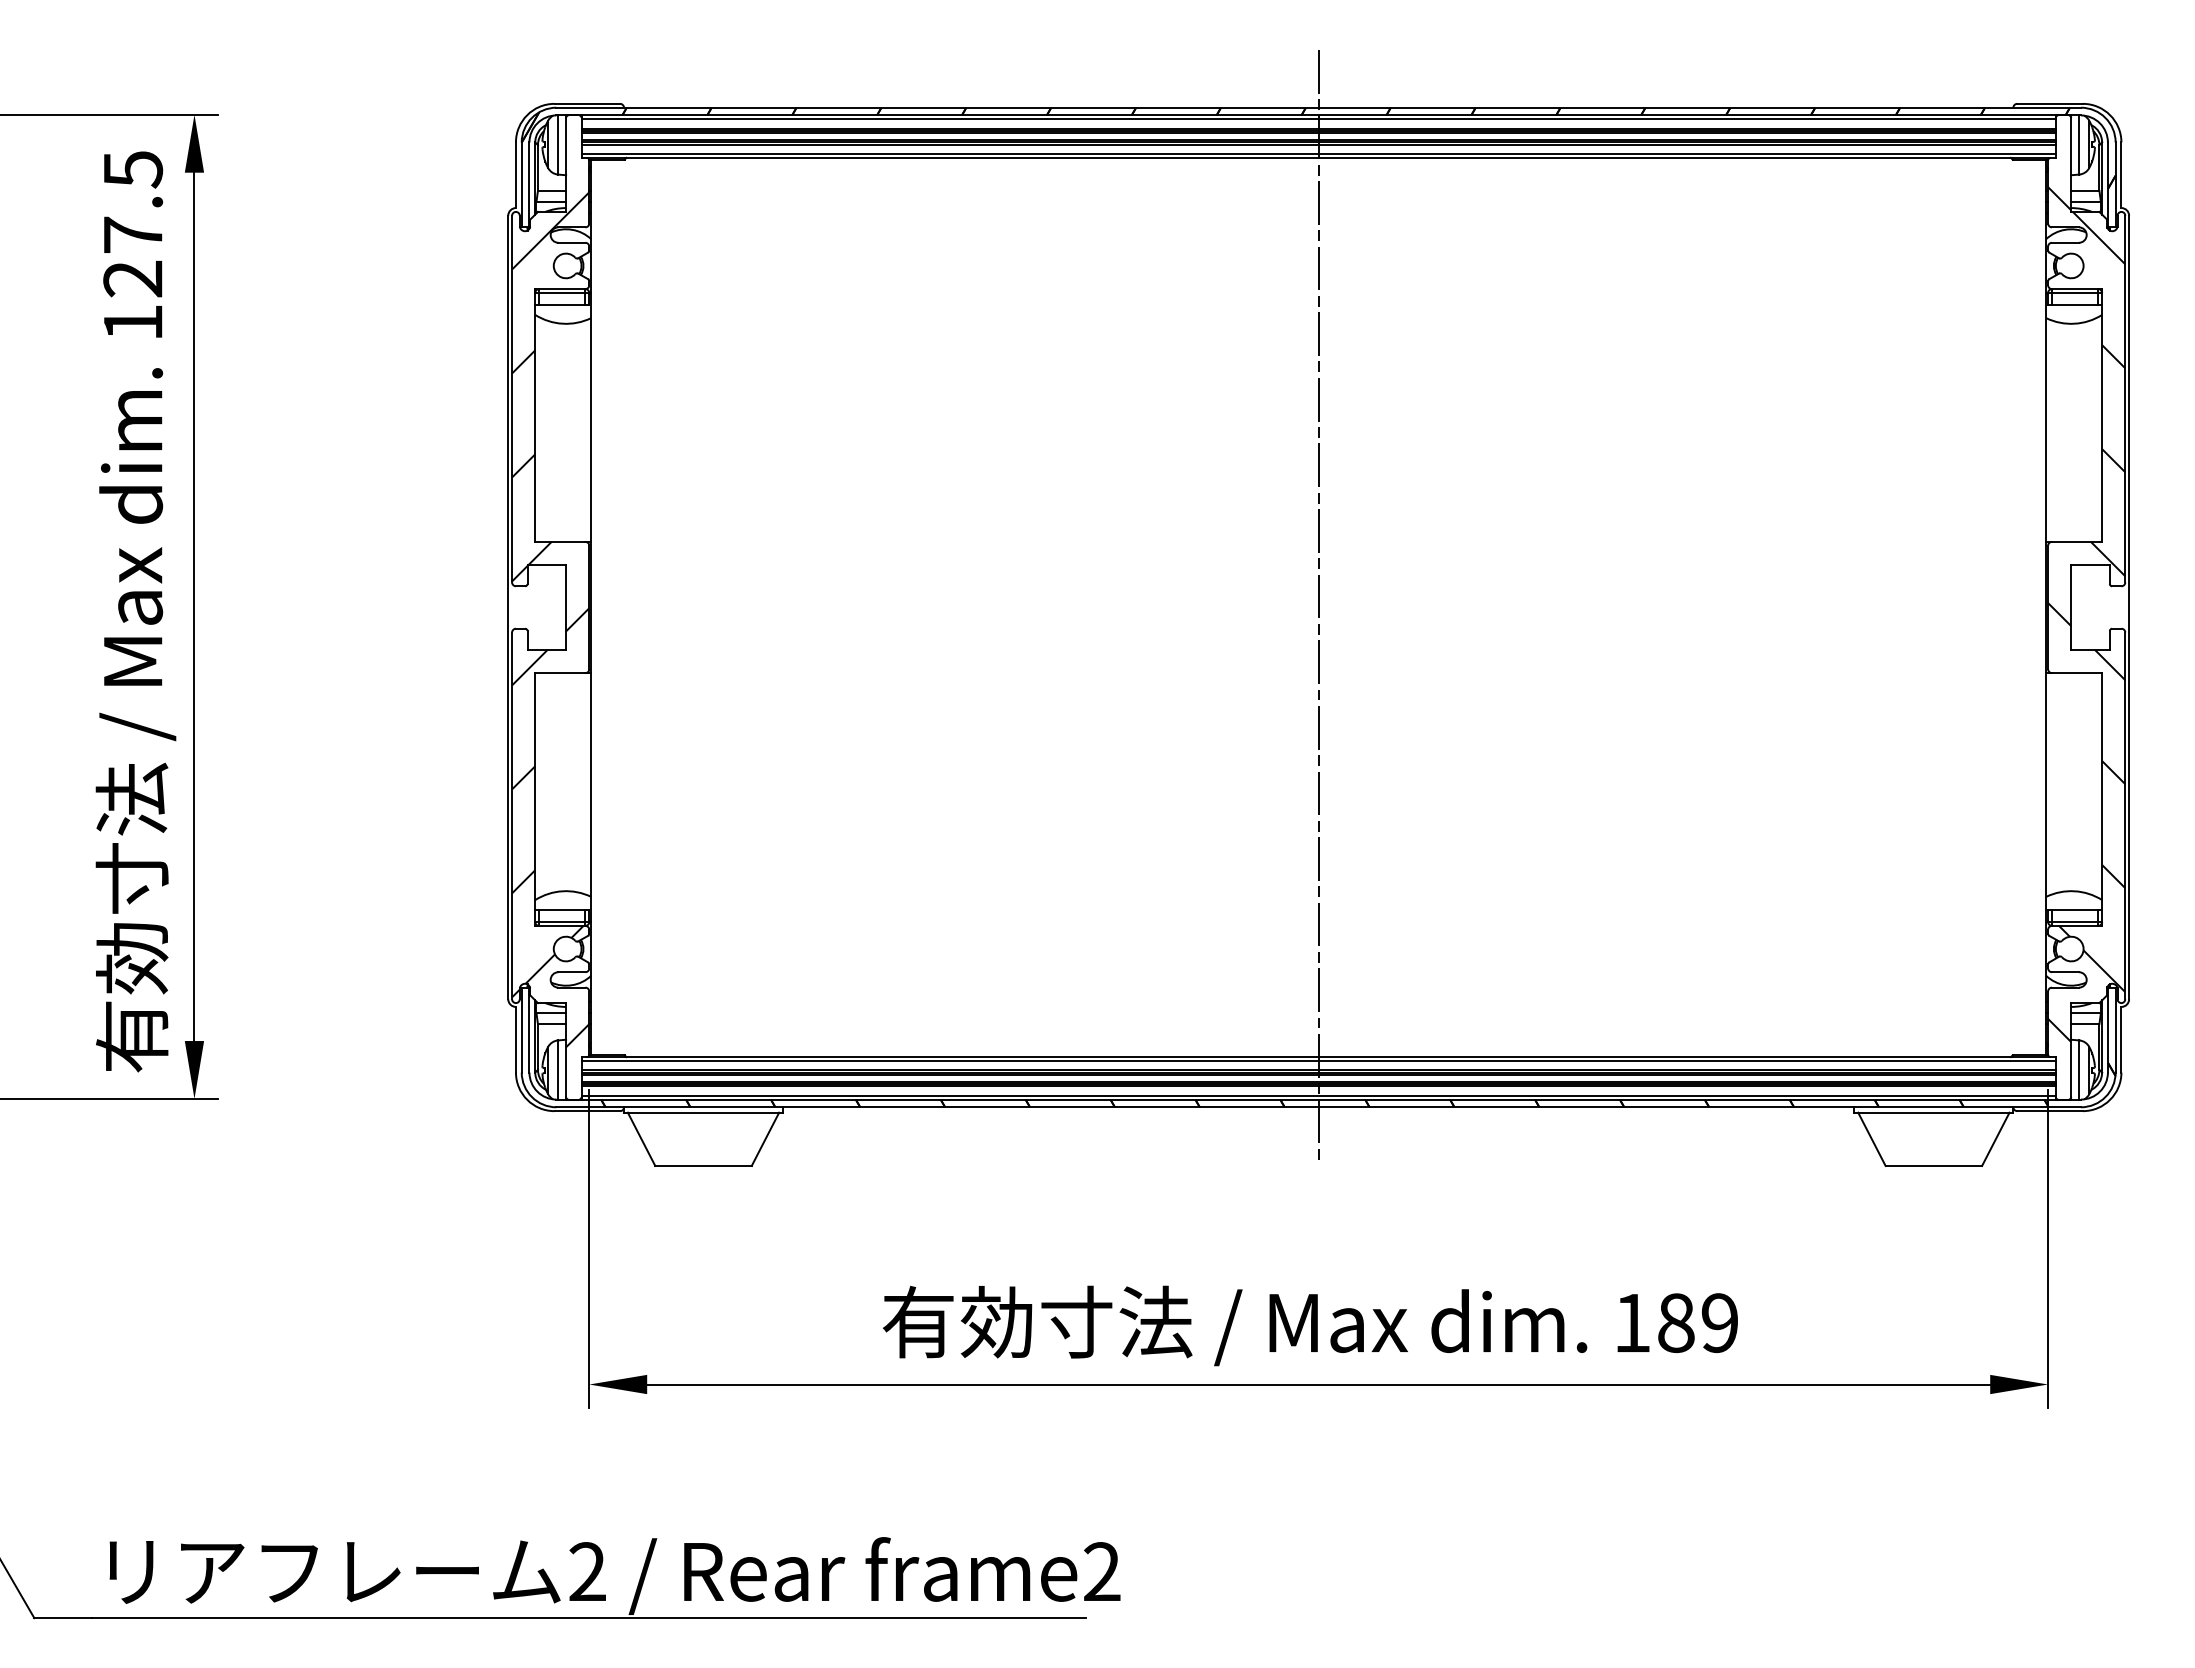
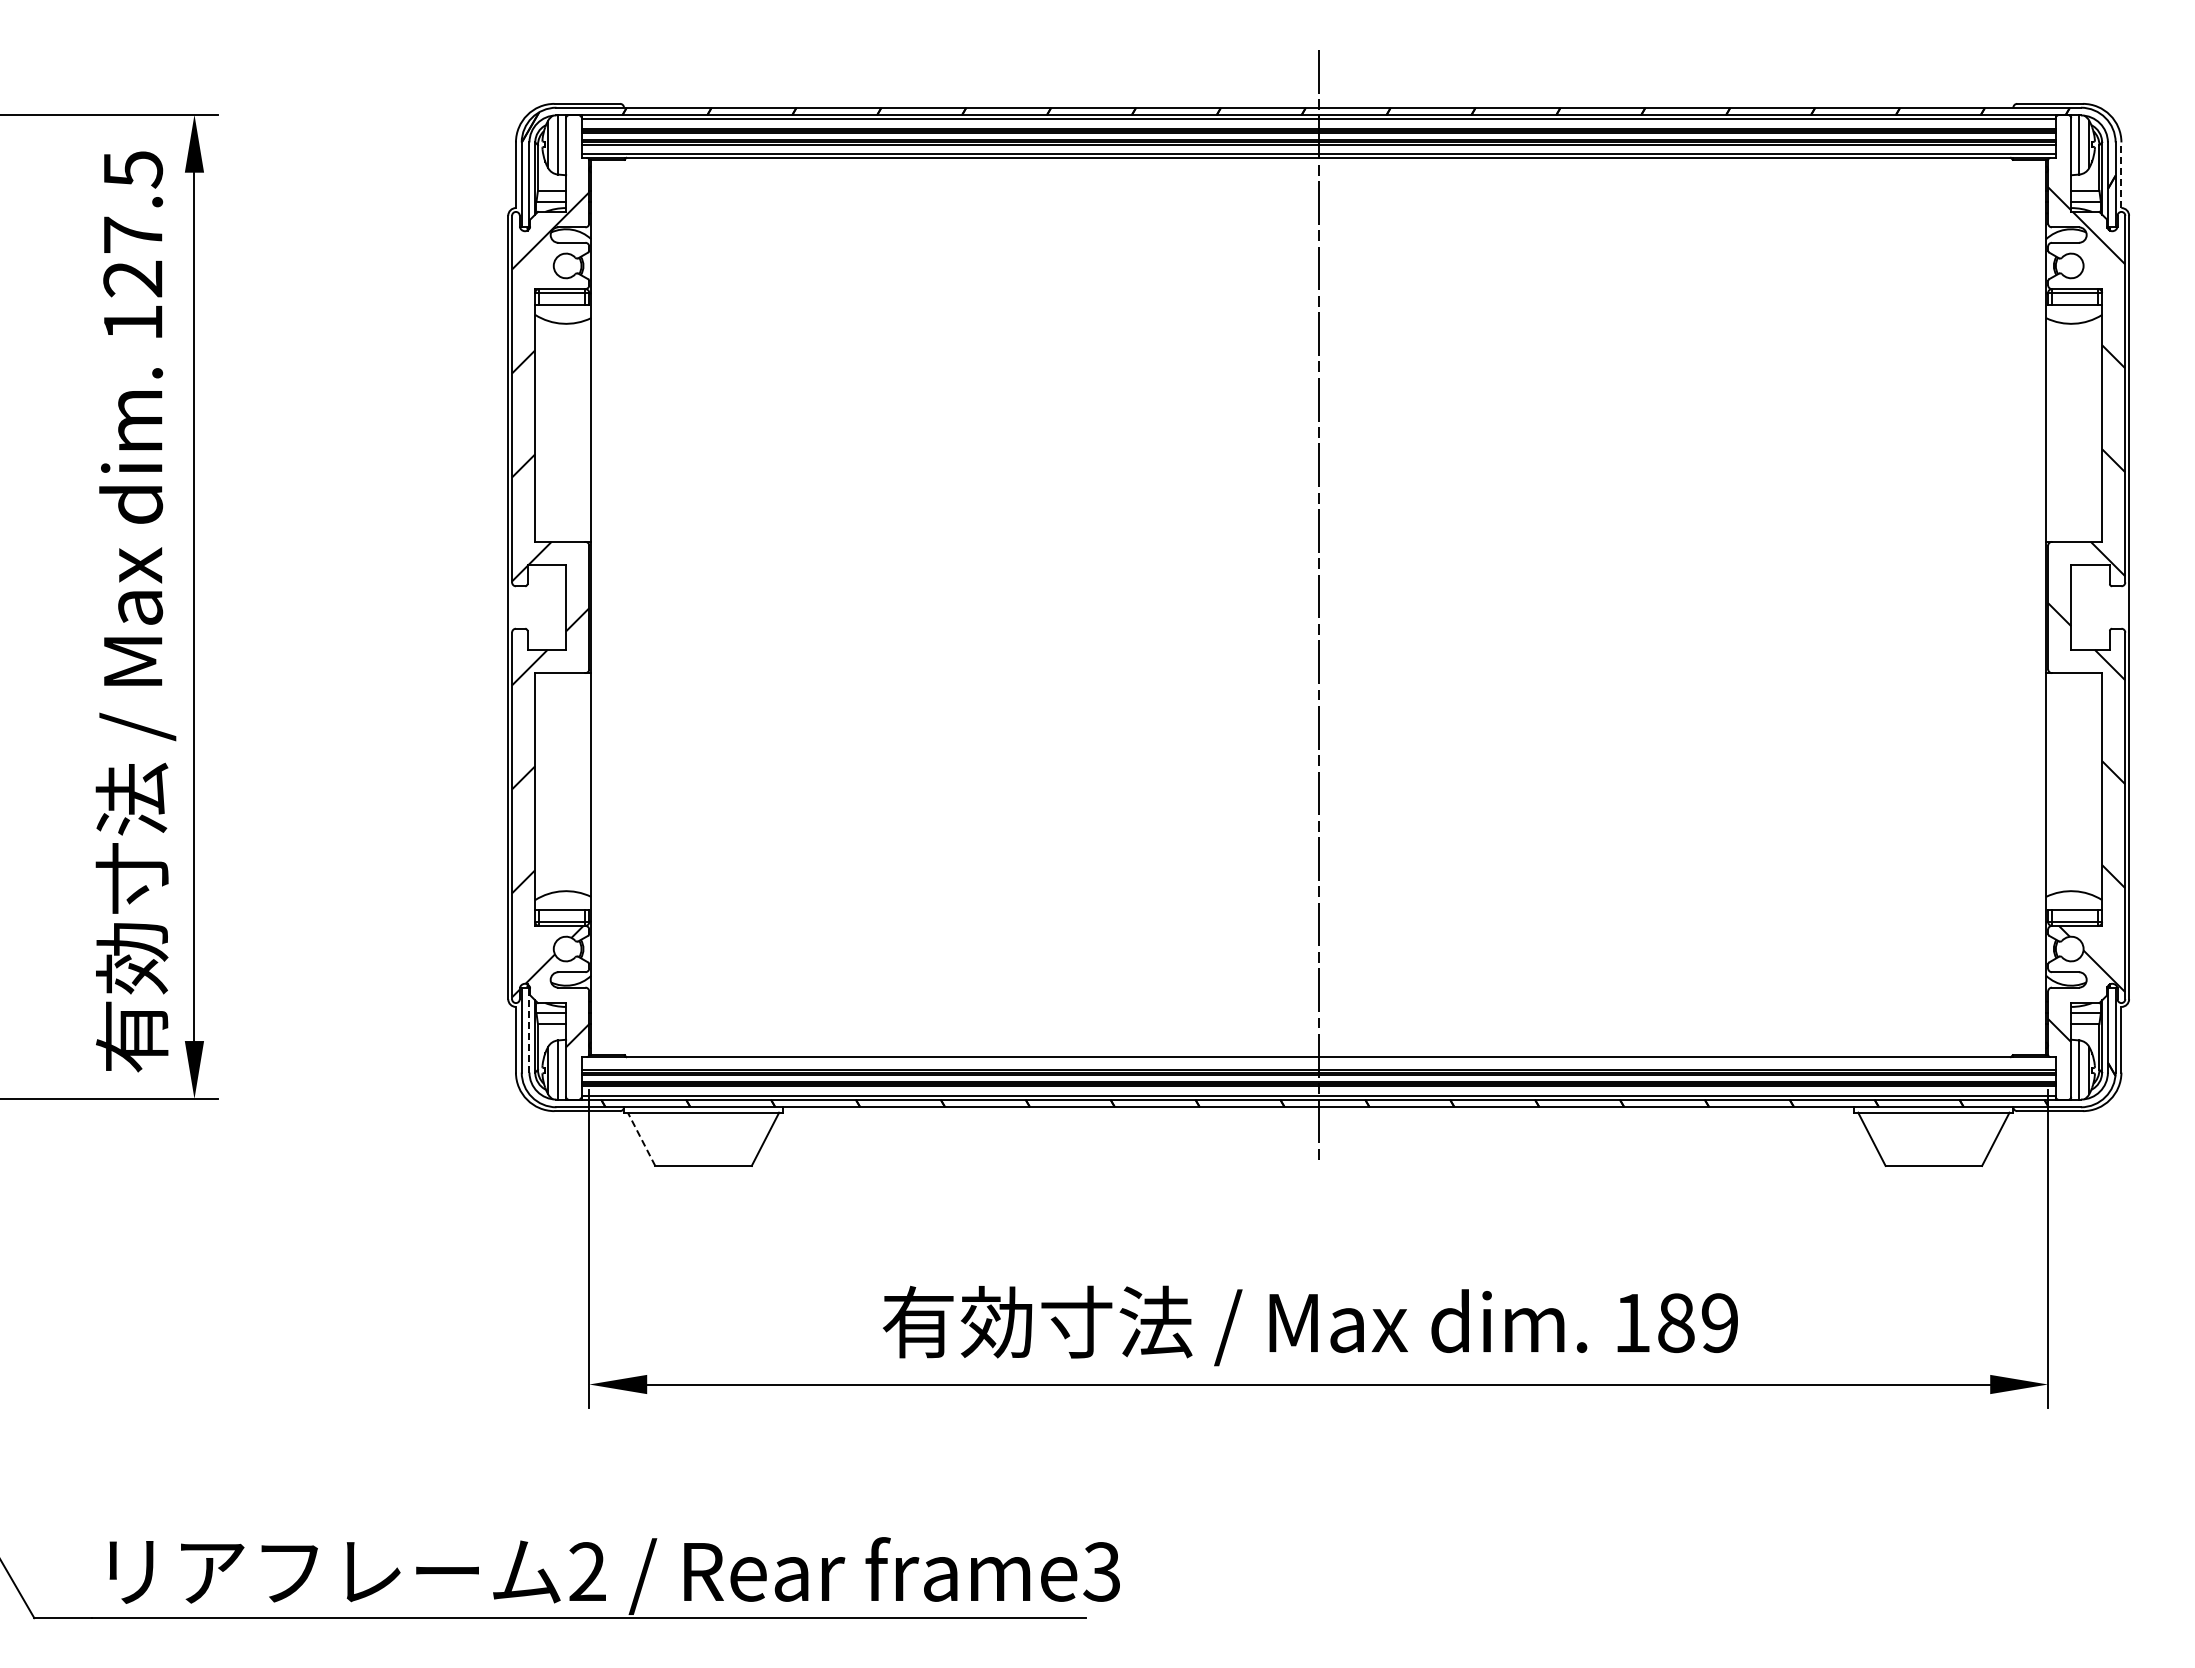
line at (2121, 175): solid -> dashed
line at (529, 1029): solid -> dashed
line at (1318, 1060): present -> none
line at (641, 1139): solid -> dashed
text at (1101, 1571): frame2 -> frame3
